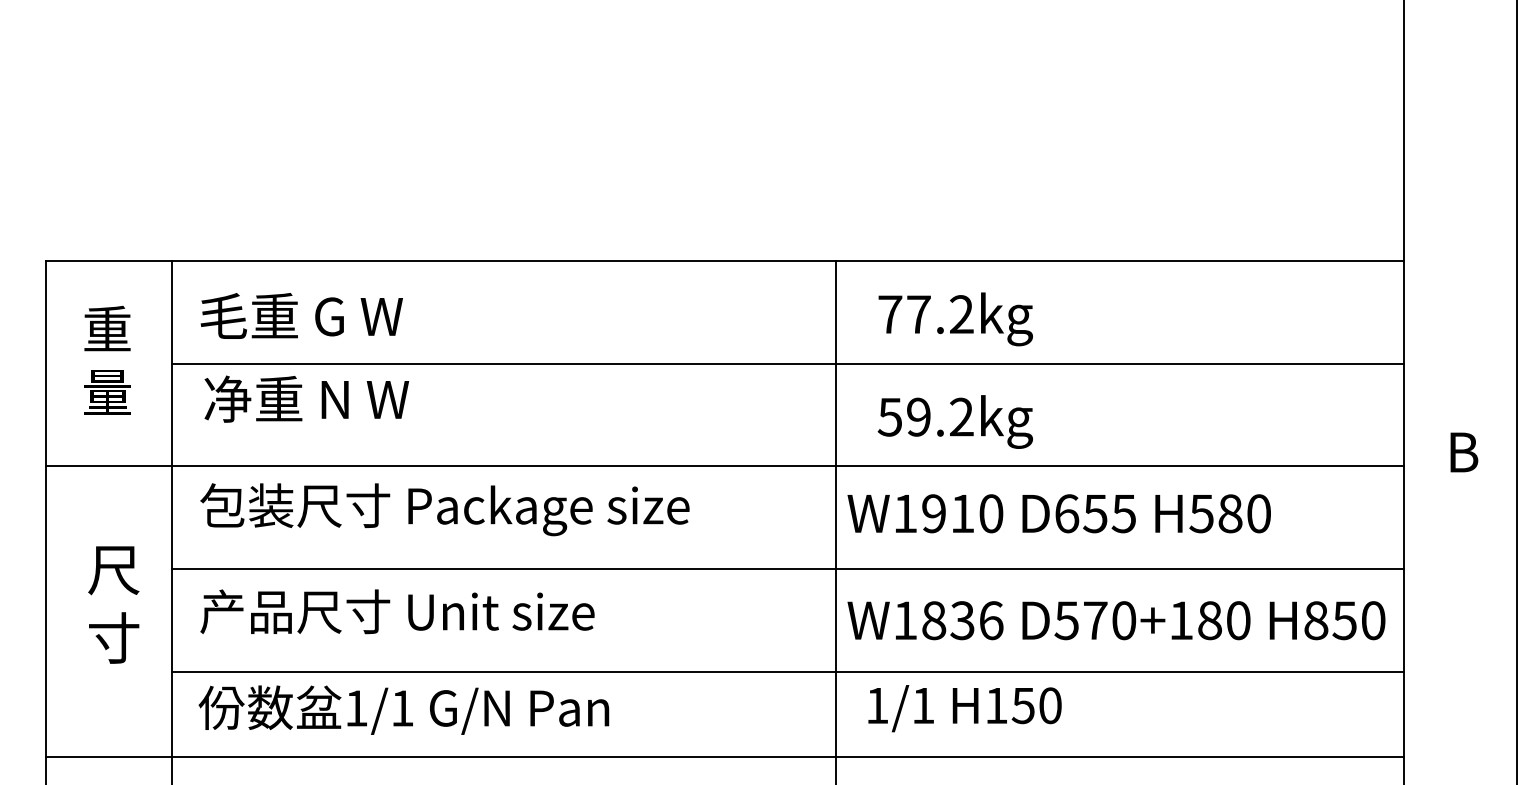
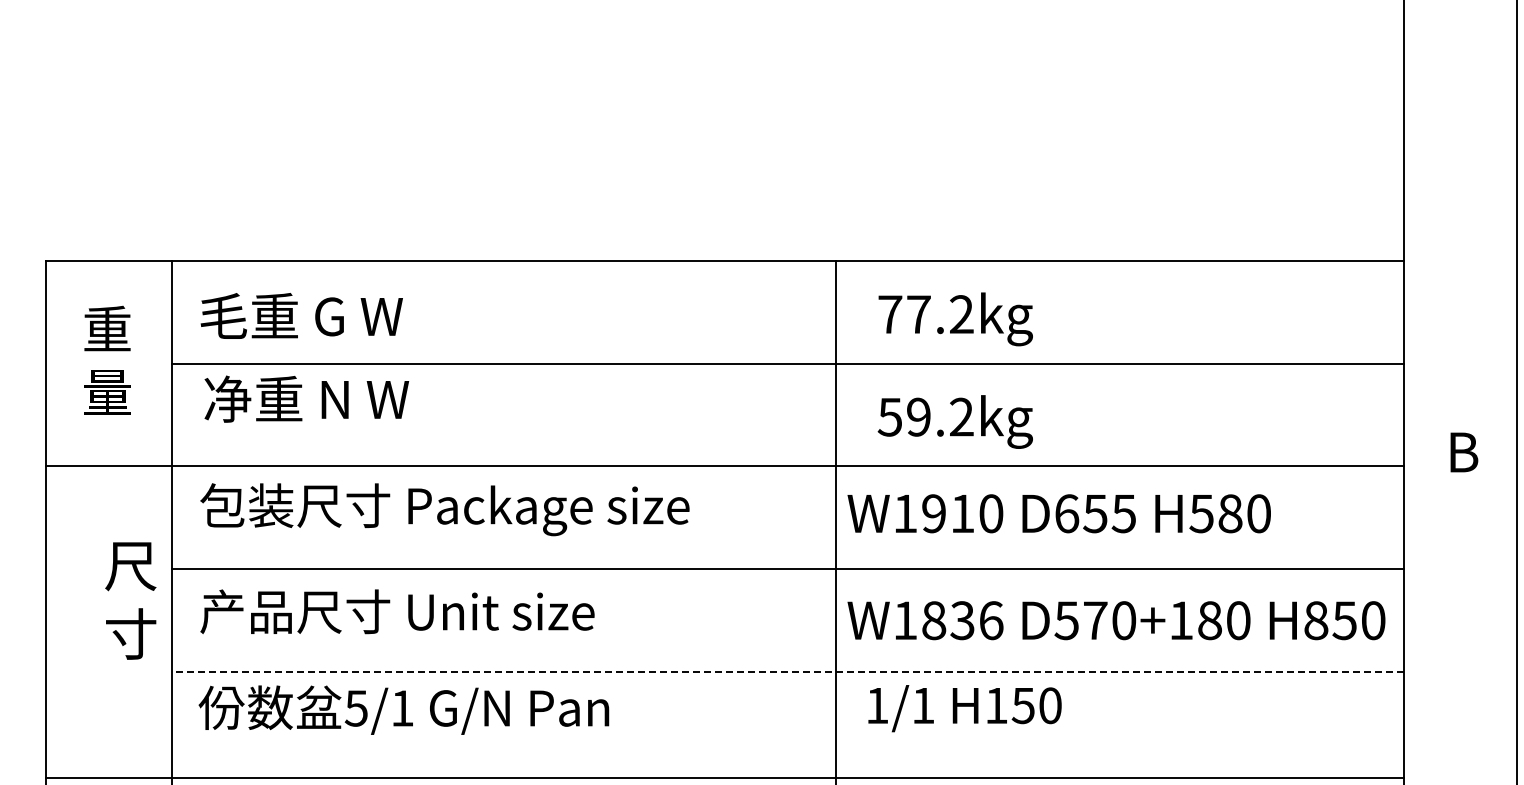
text at (113, 604) position: (113, 604) -> (130, 600)
line at (787, 671): solid -> dashed
text at (355, 708): 1/1 -> 5/1
line at (724, 757) position: (724, 757) -> (724, 778)
